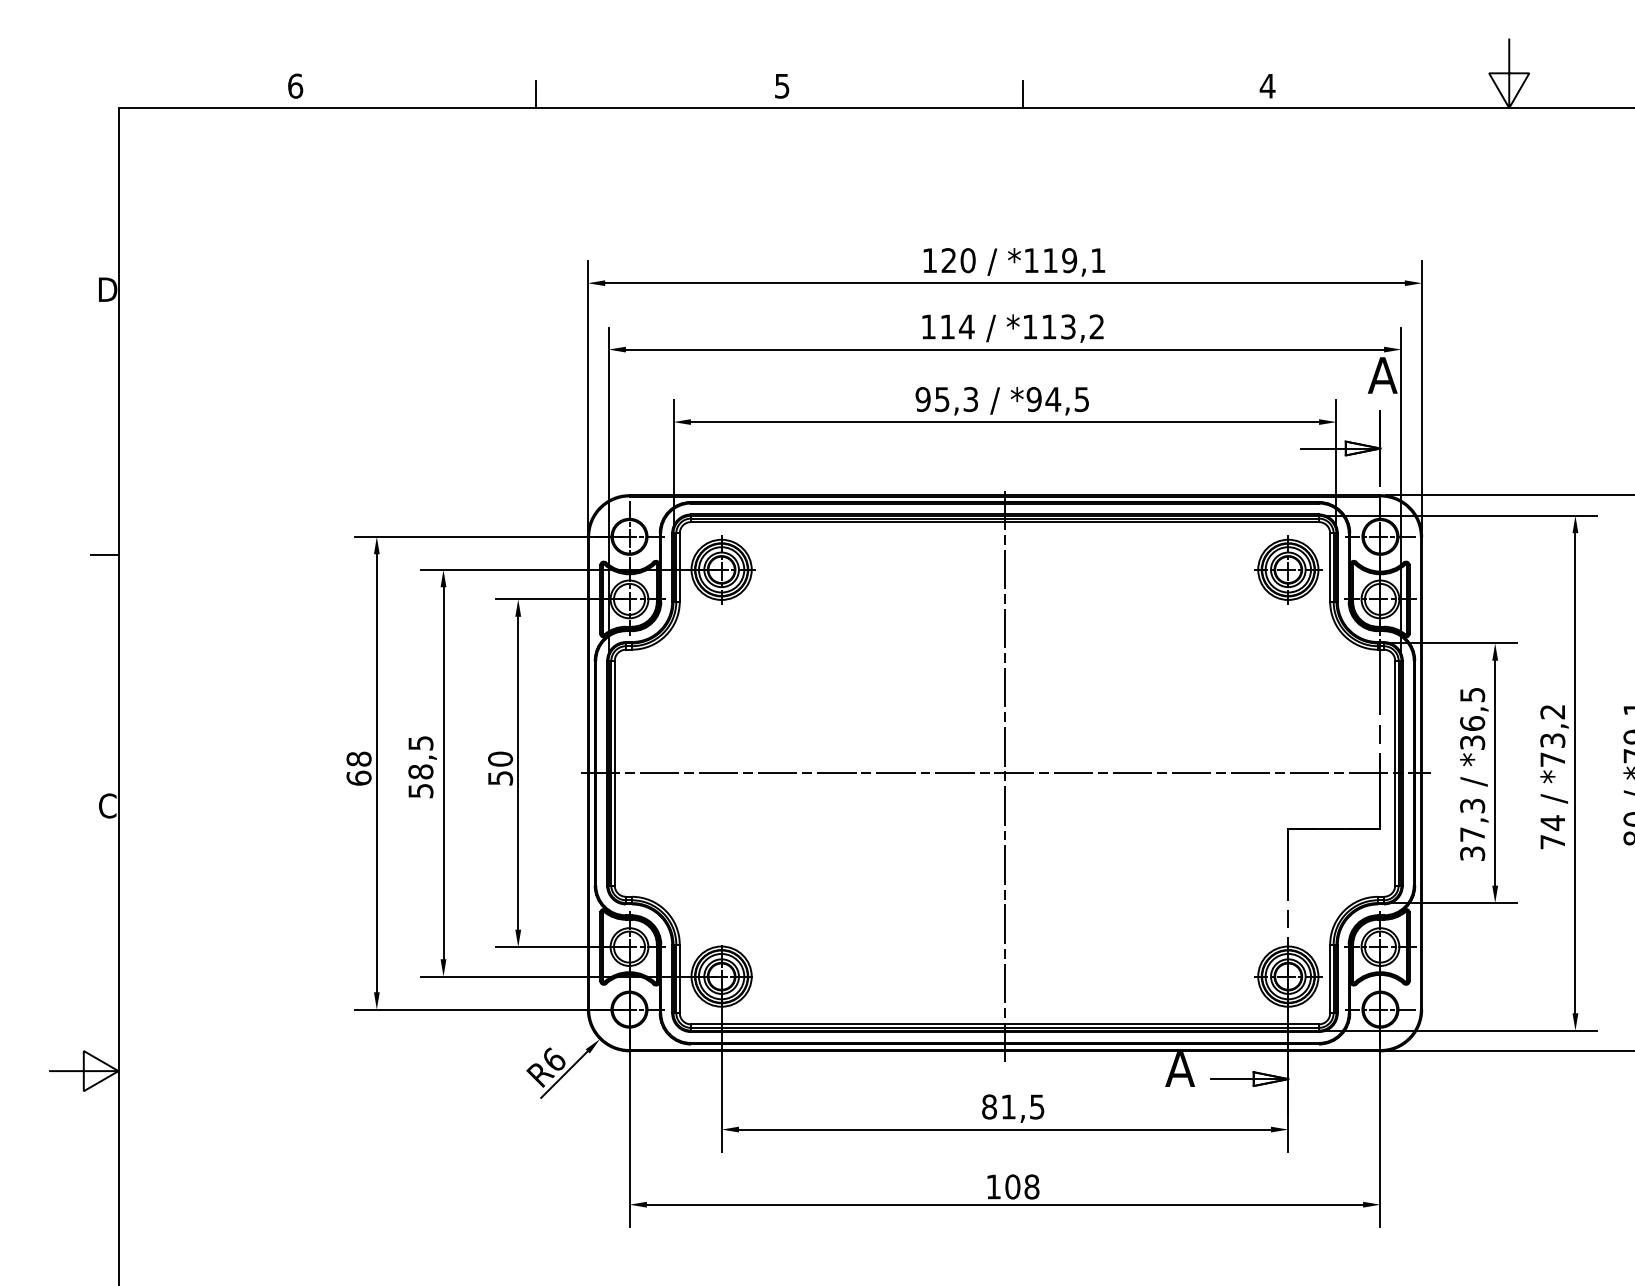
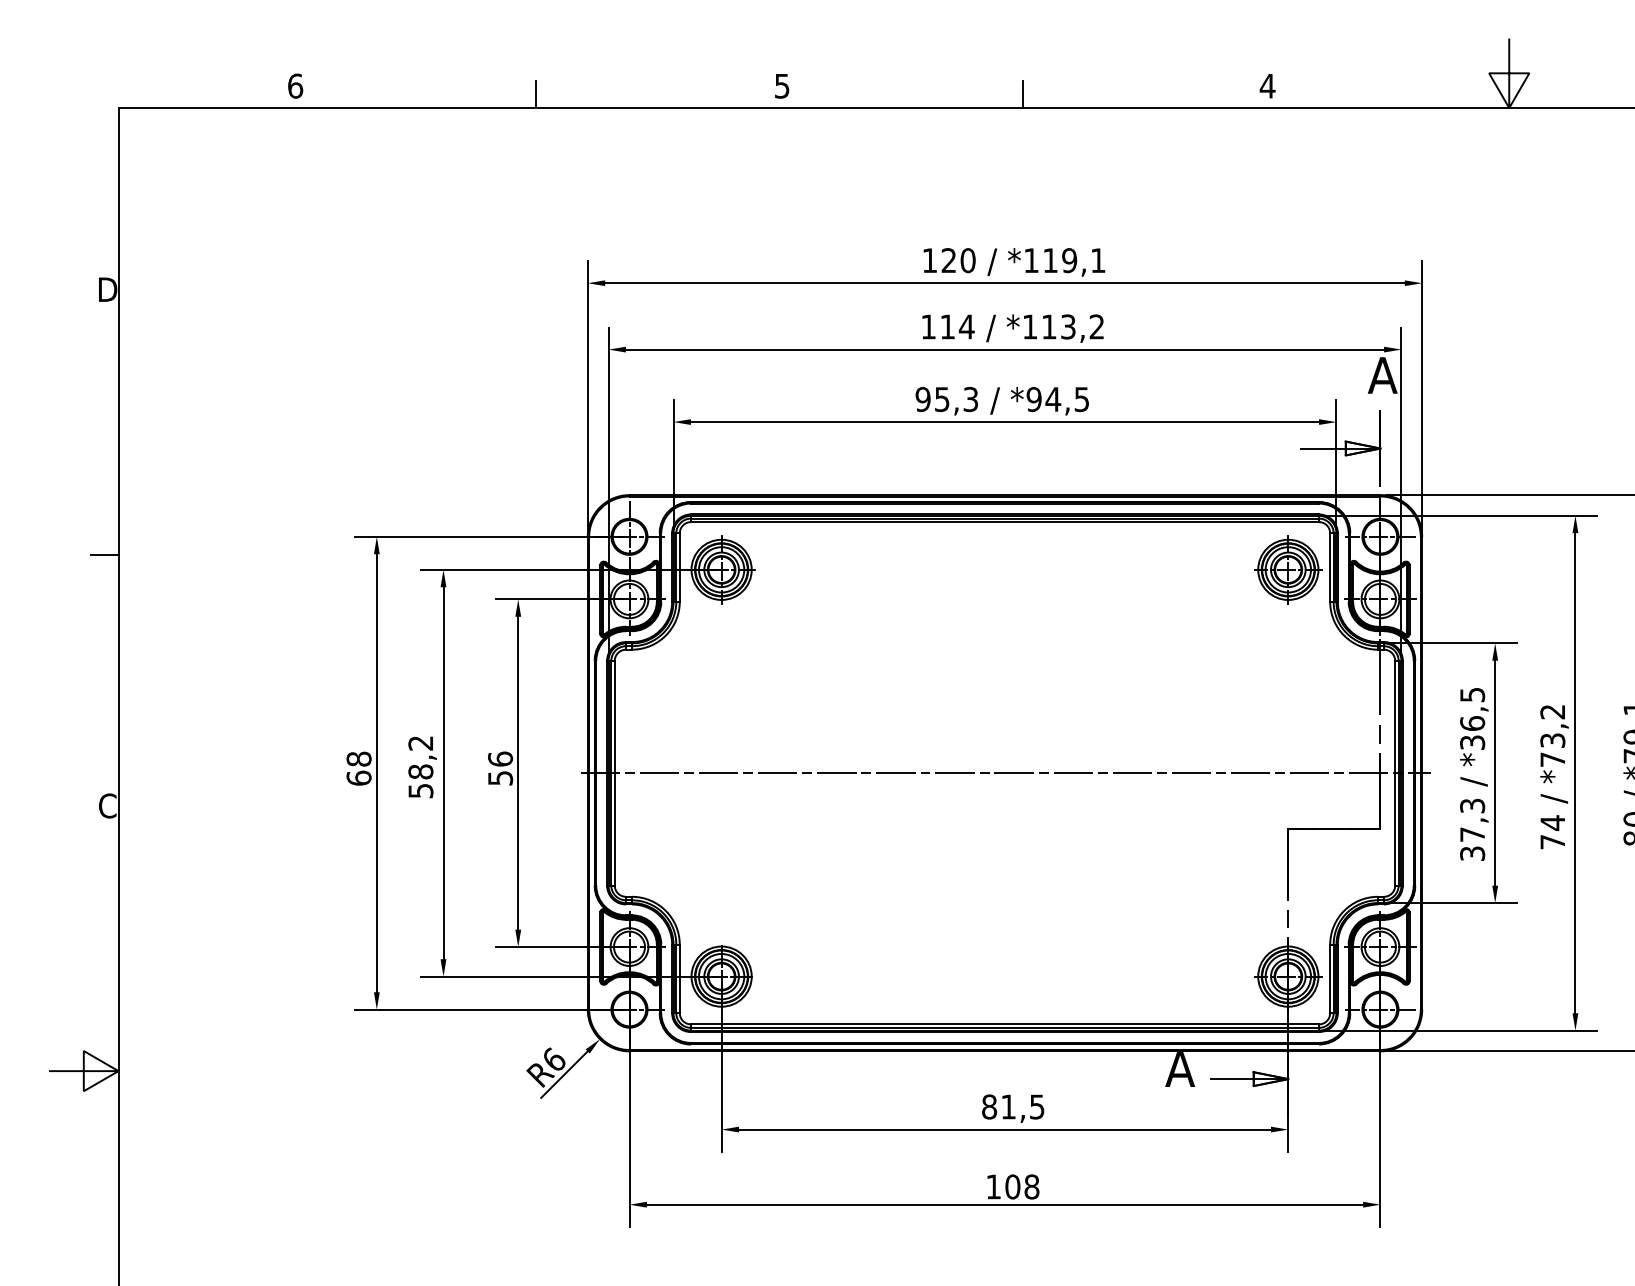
text at (420, 743): 58,5 -> 58,2
text at (500, 758): 50 -> 56
line at (1004, 776): present -> none
